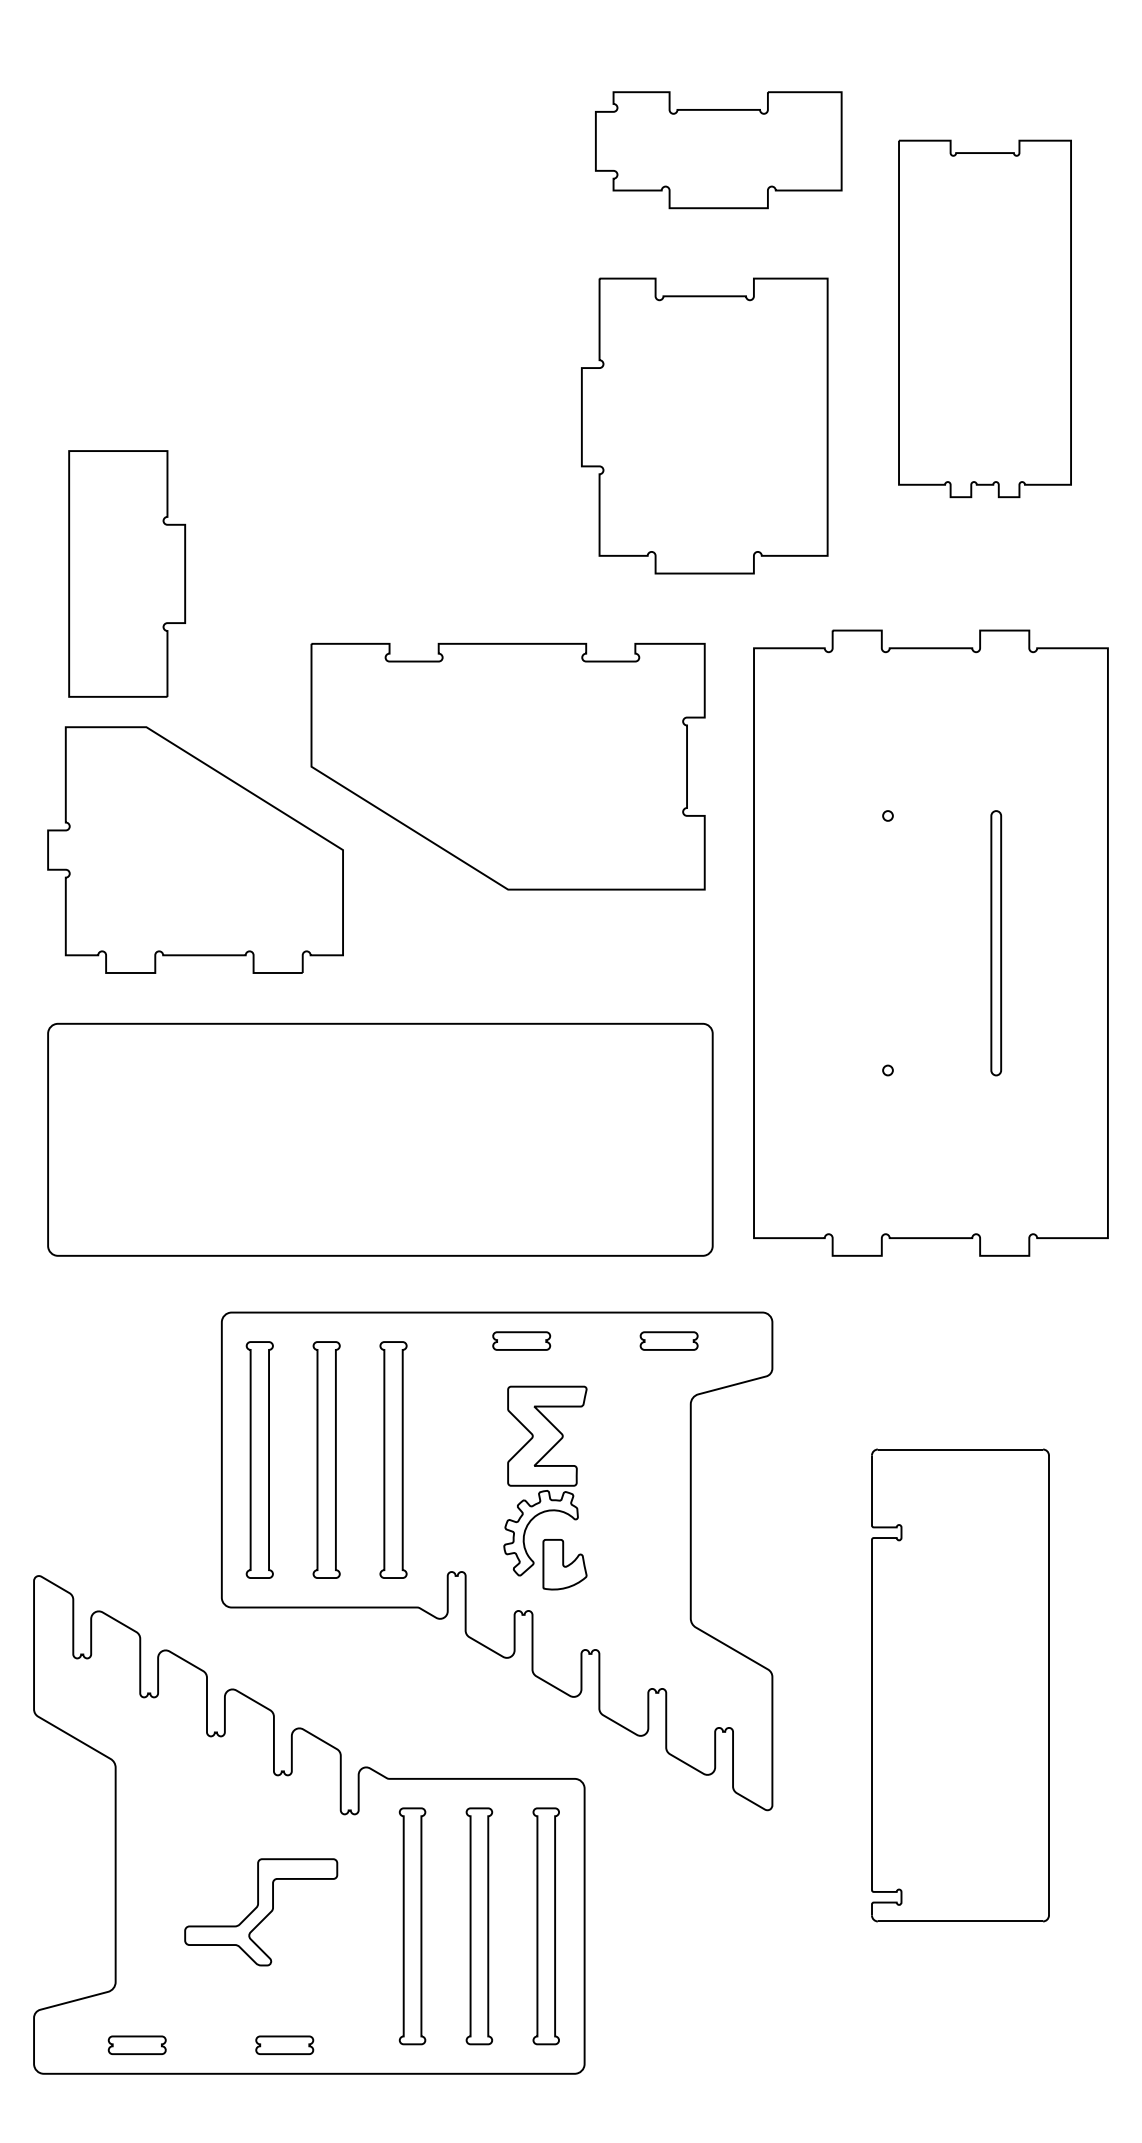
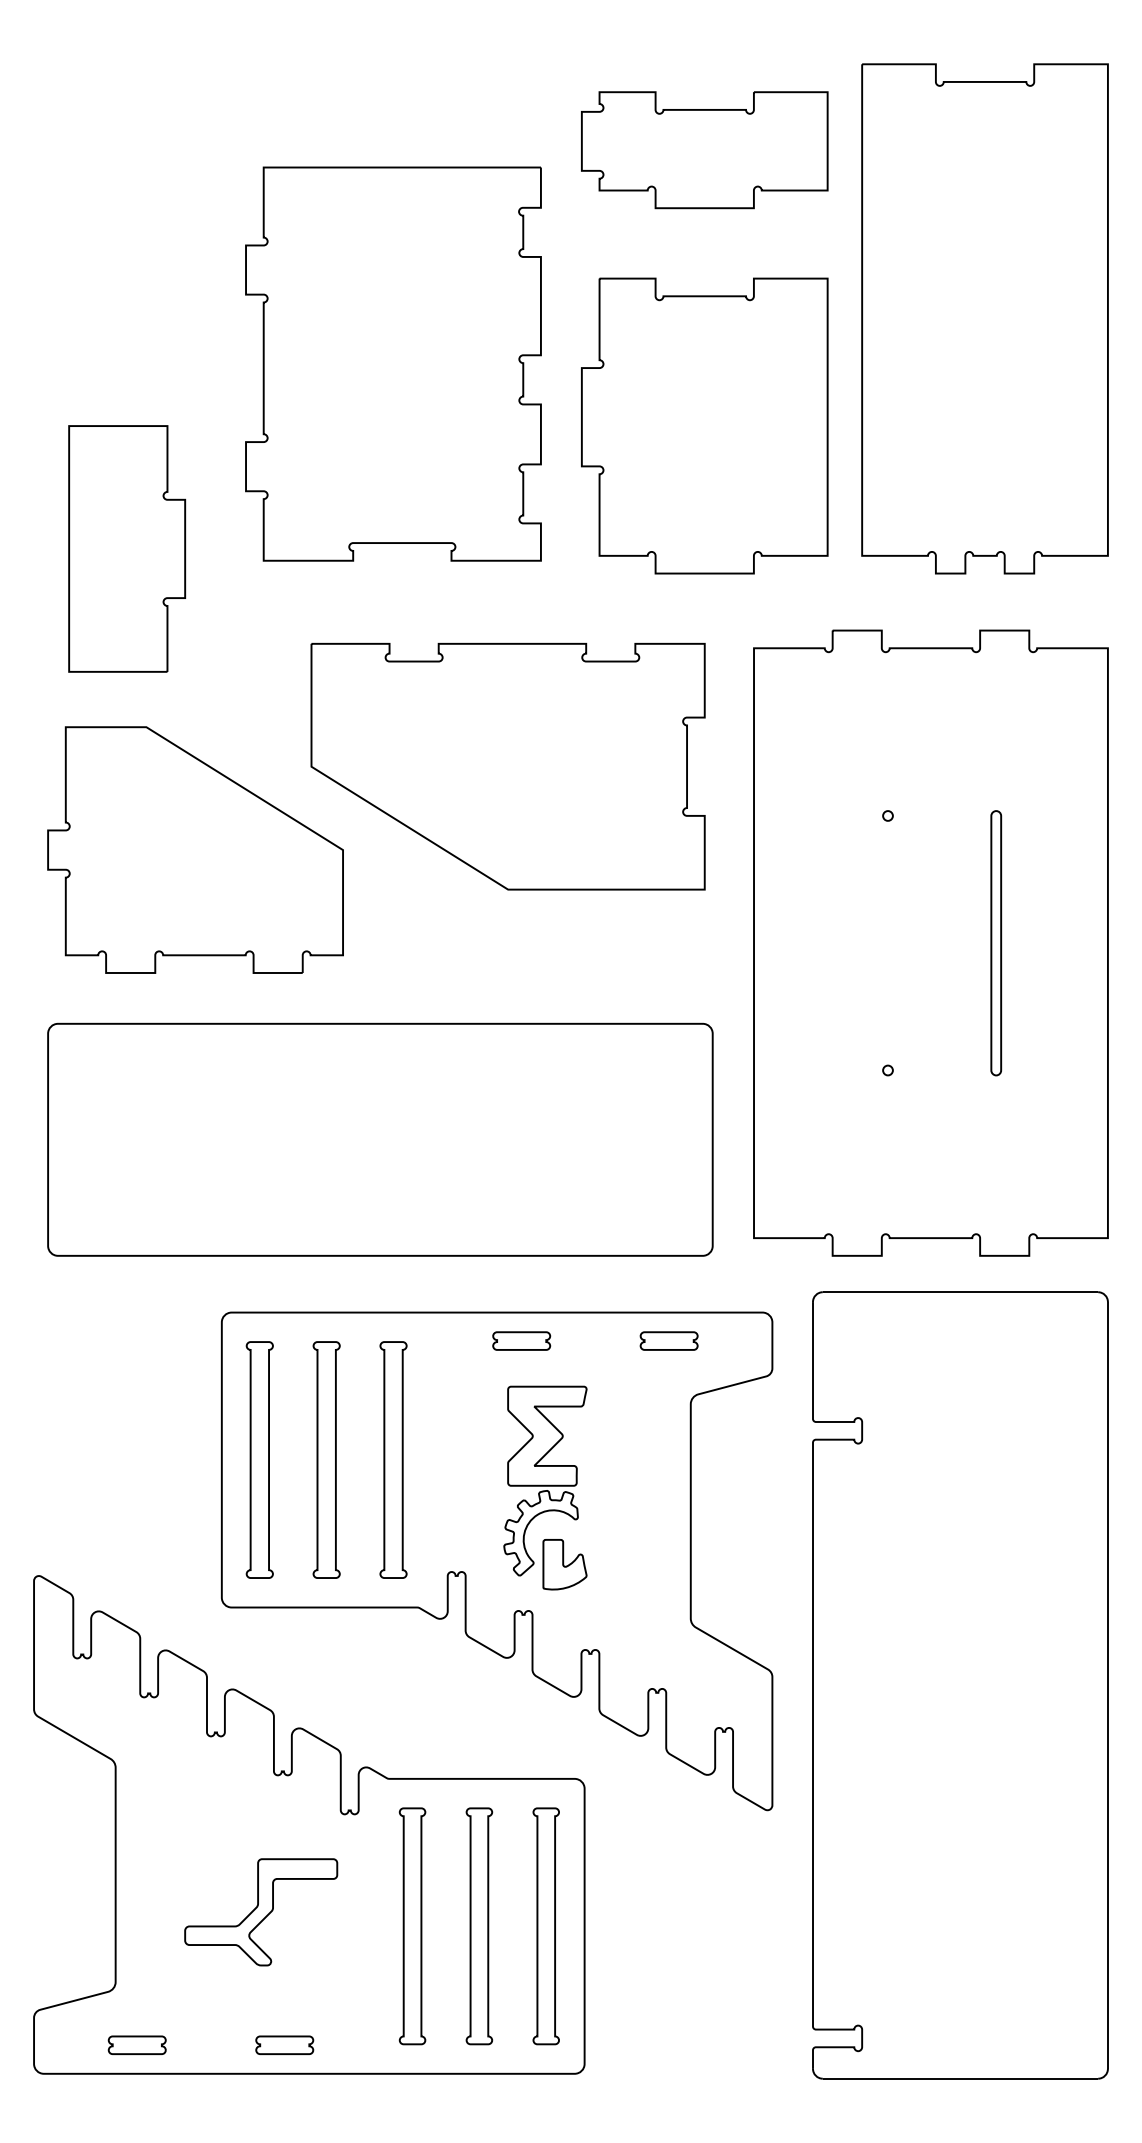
part at (718, 150) position: (718, 150) -> (704, 150)
part at (984, 318) size: 174x360 px -> 248x512 px
part at (393, 363): none -> present
part at (127, 573) position: (127, 573) -> (127, 548)
part at (960, 1685) size: 179x475 px -> 297x789 px
